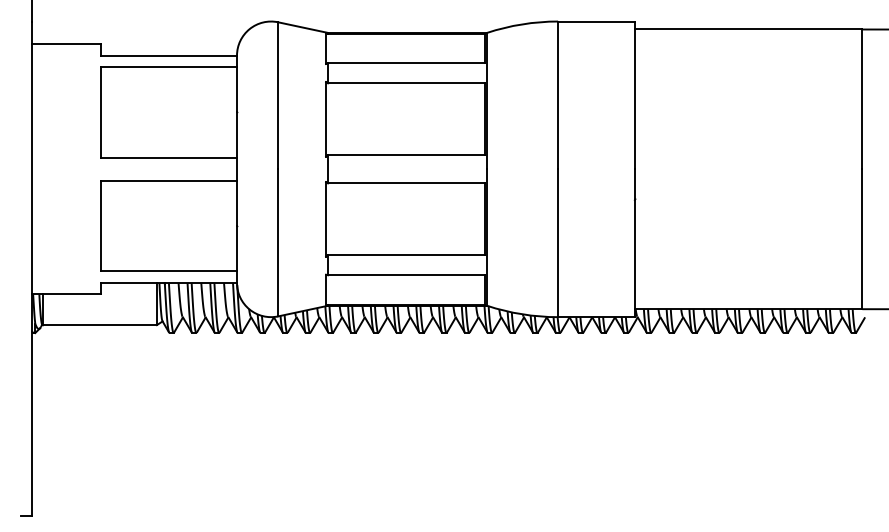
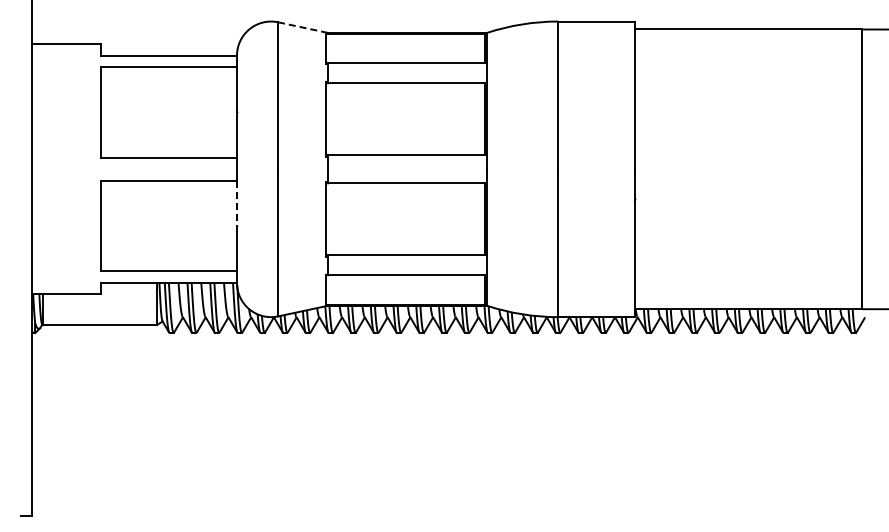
line at (302, 27): solid -> dashed
line at (237, 203): solid -> dashed
